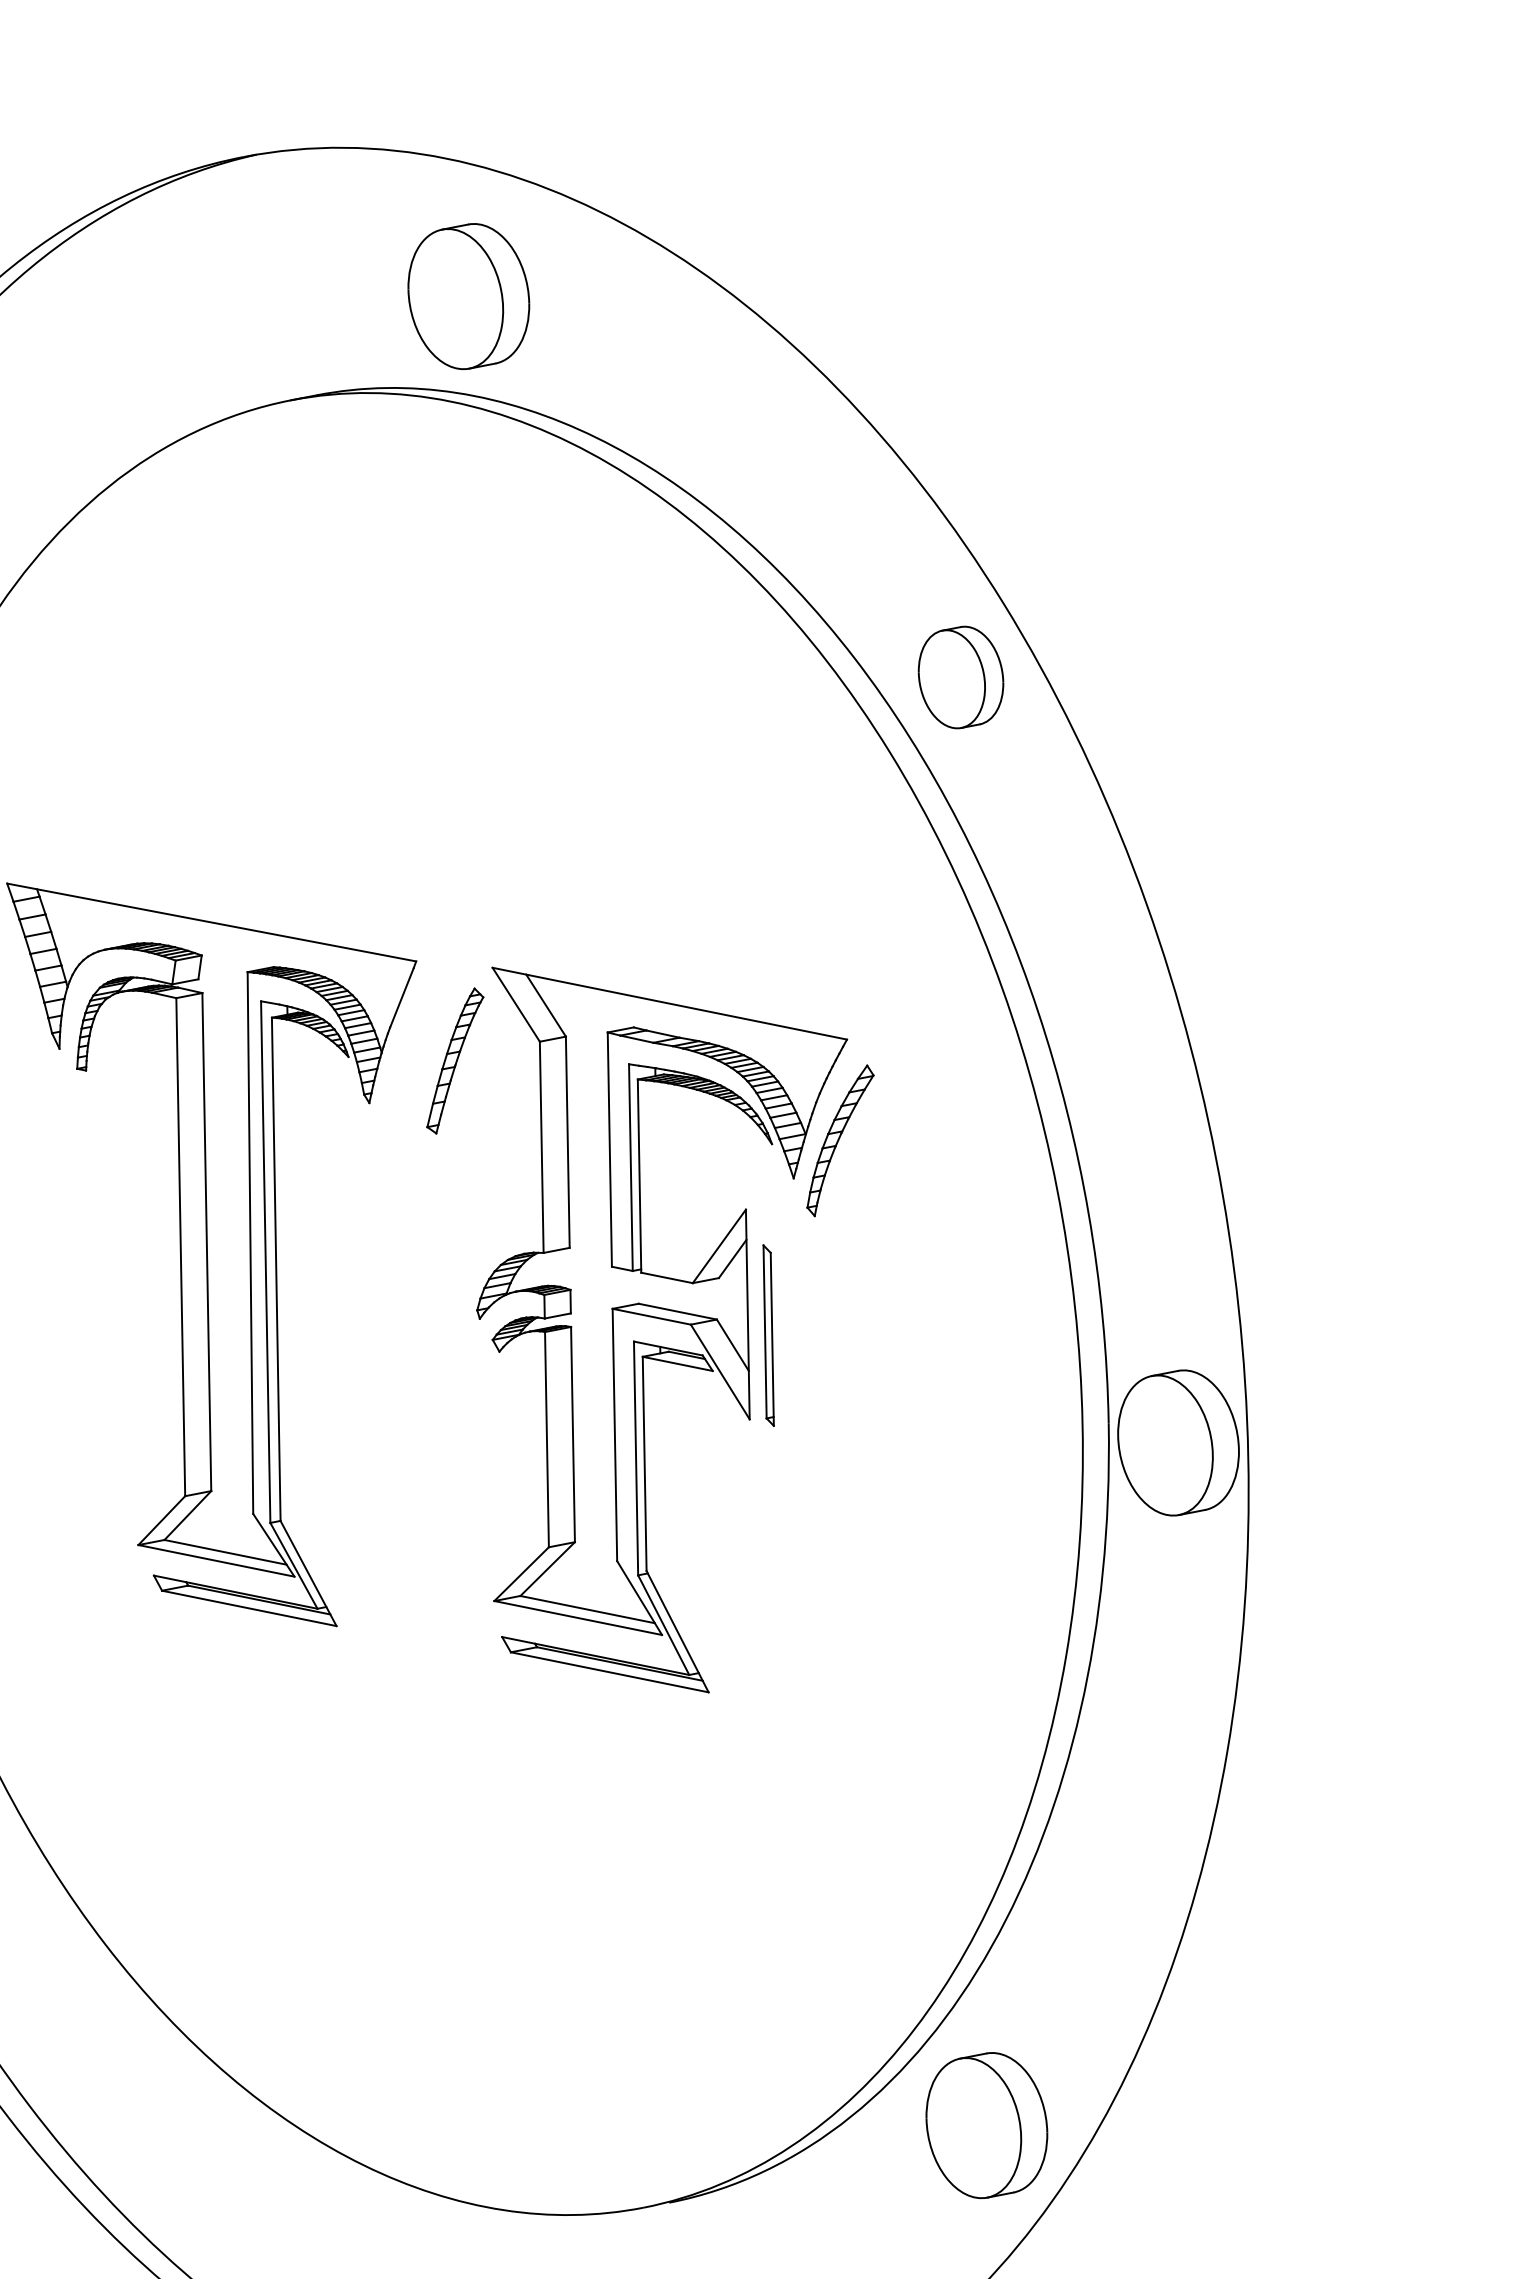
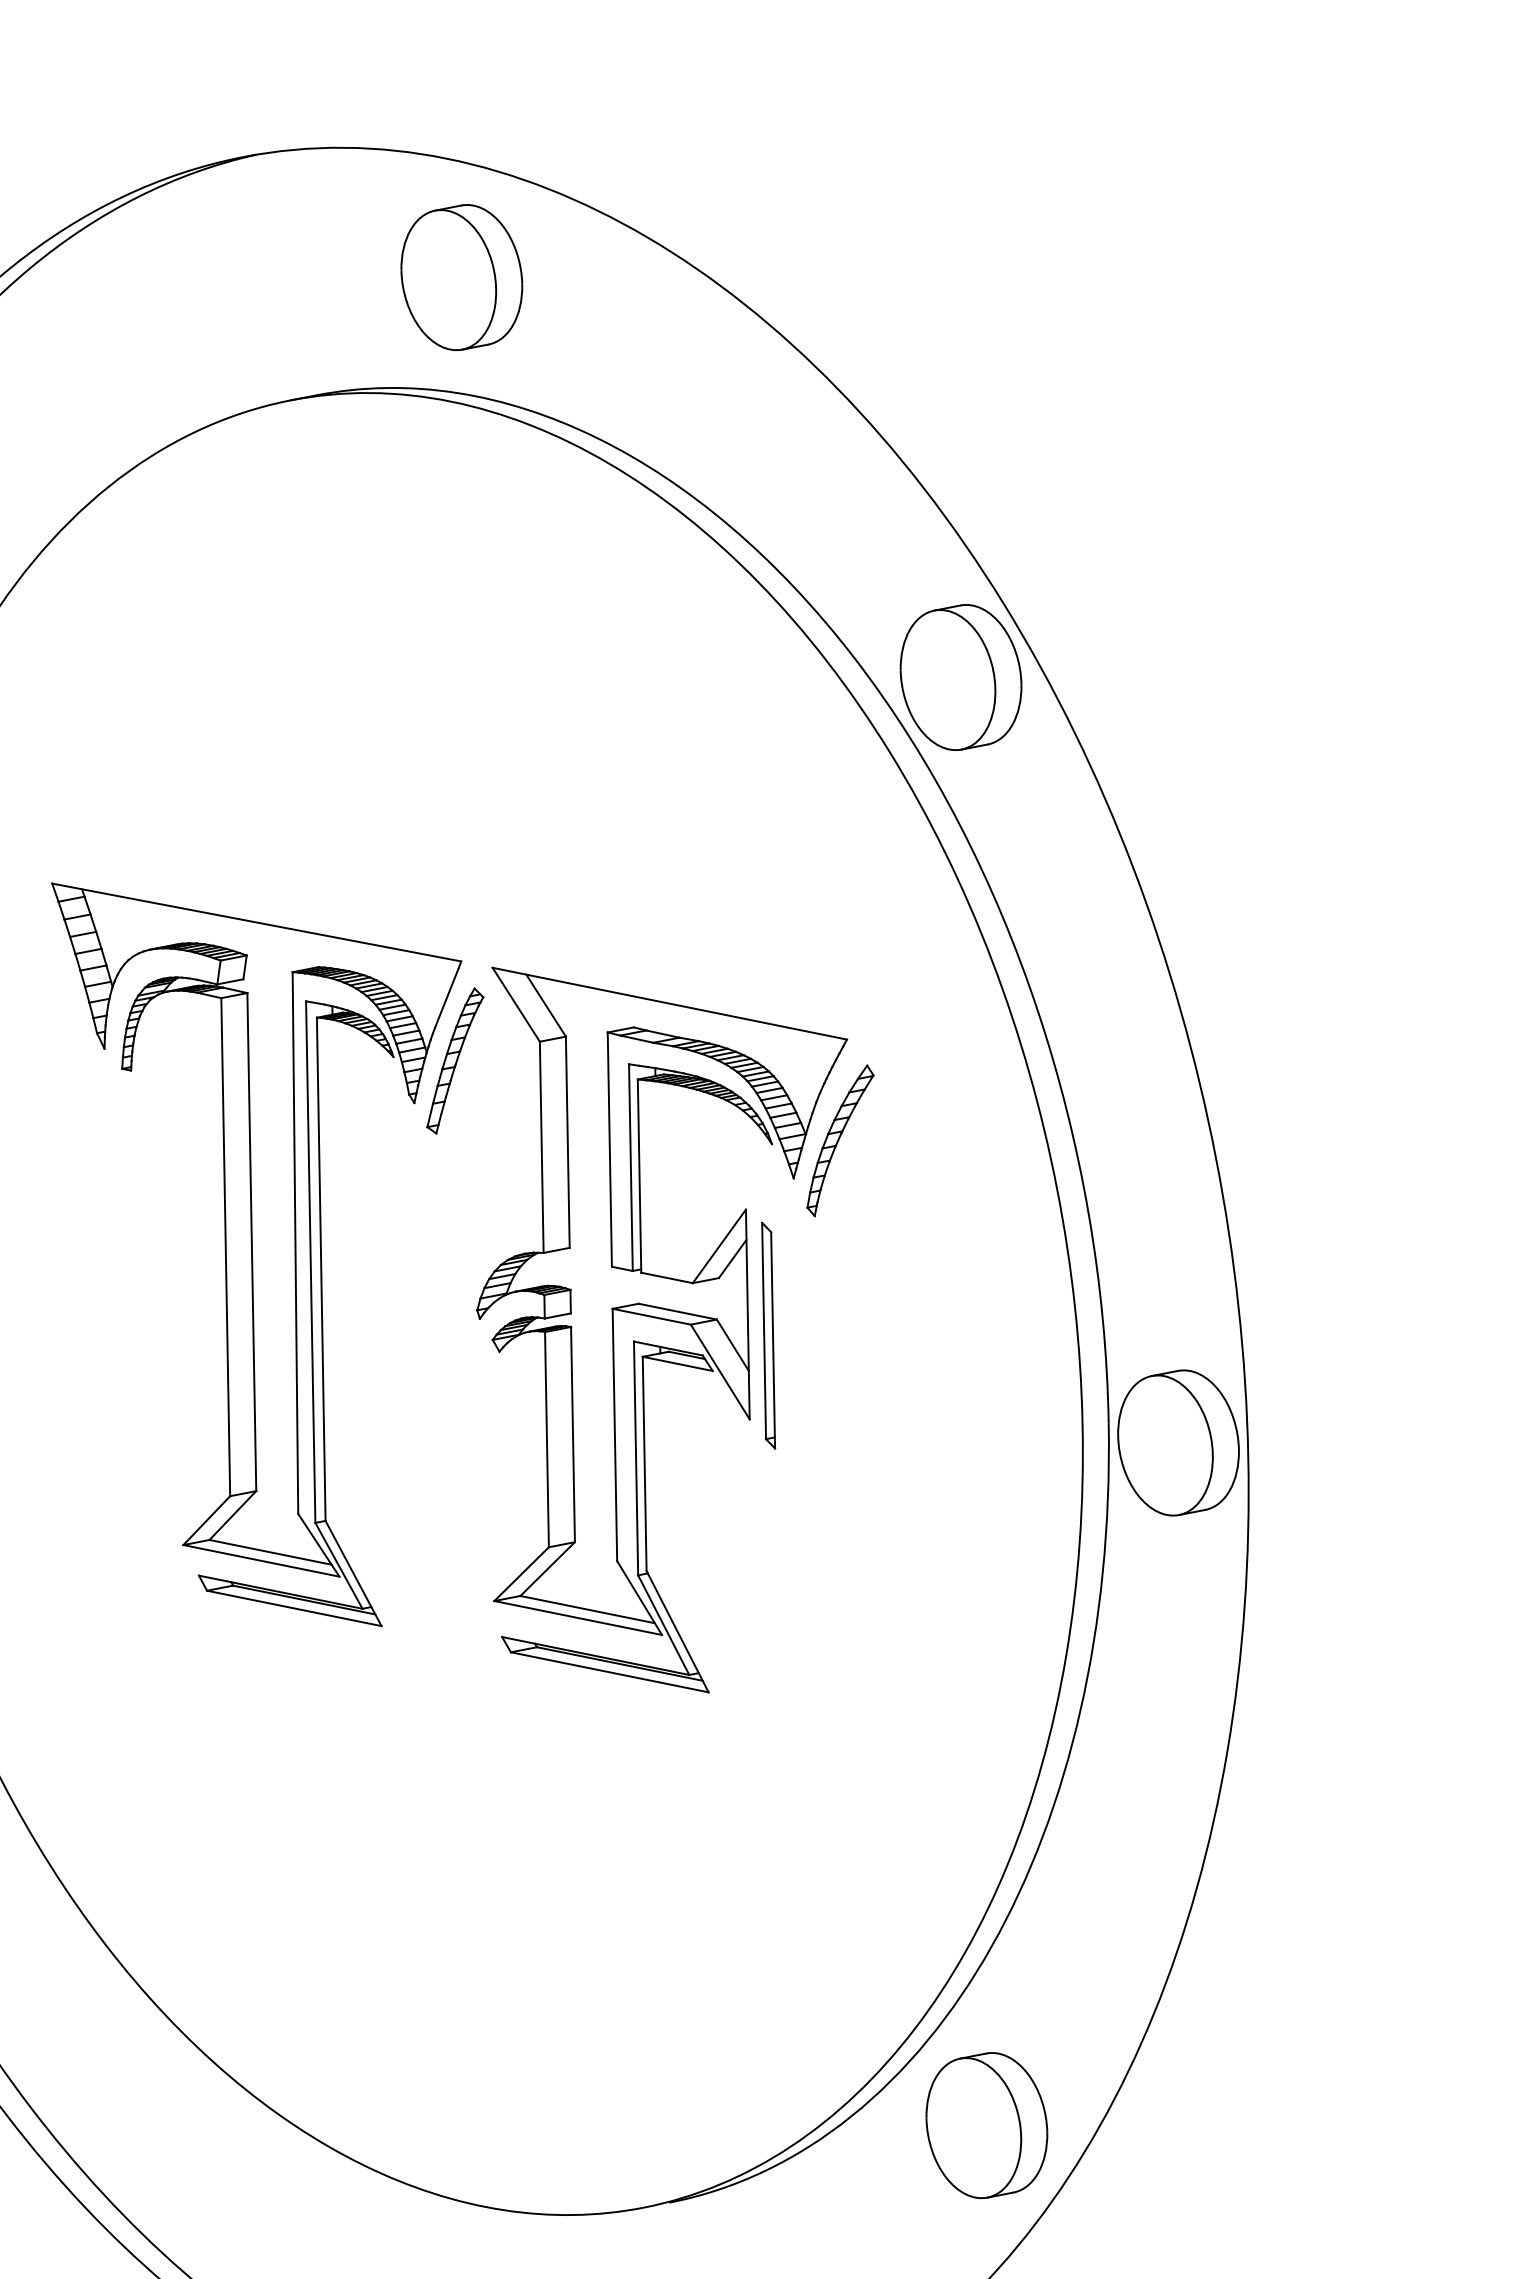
part at (468, 296) position: (468, 296) -> (461, 277)
part at (960, 677) size: 88x105 px -> 124x147 px
part at (211, 1254) position: (211, 1254) -> (256, 1254)
part at (768, 1335) size: 13x183 px -> 16x229 px
